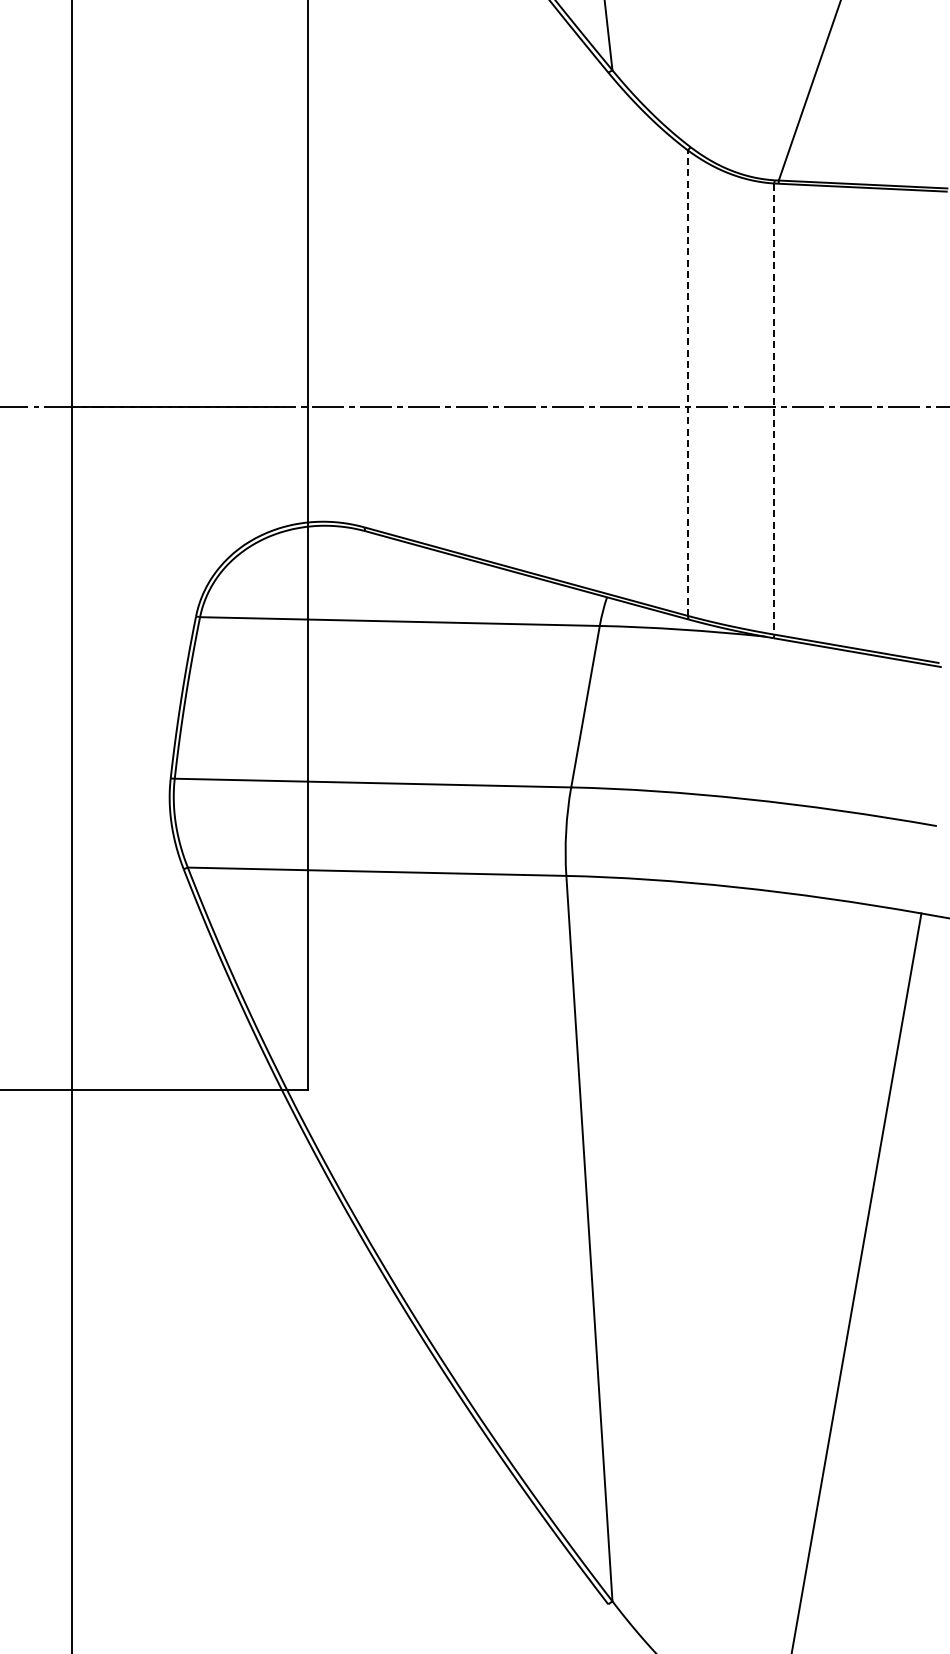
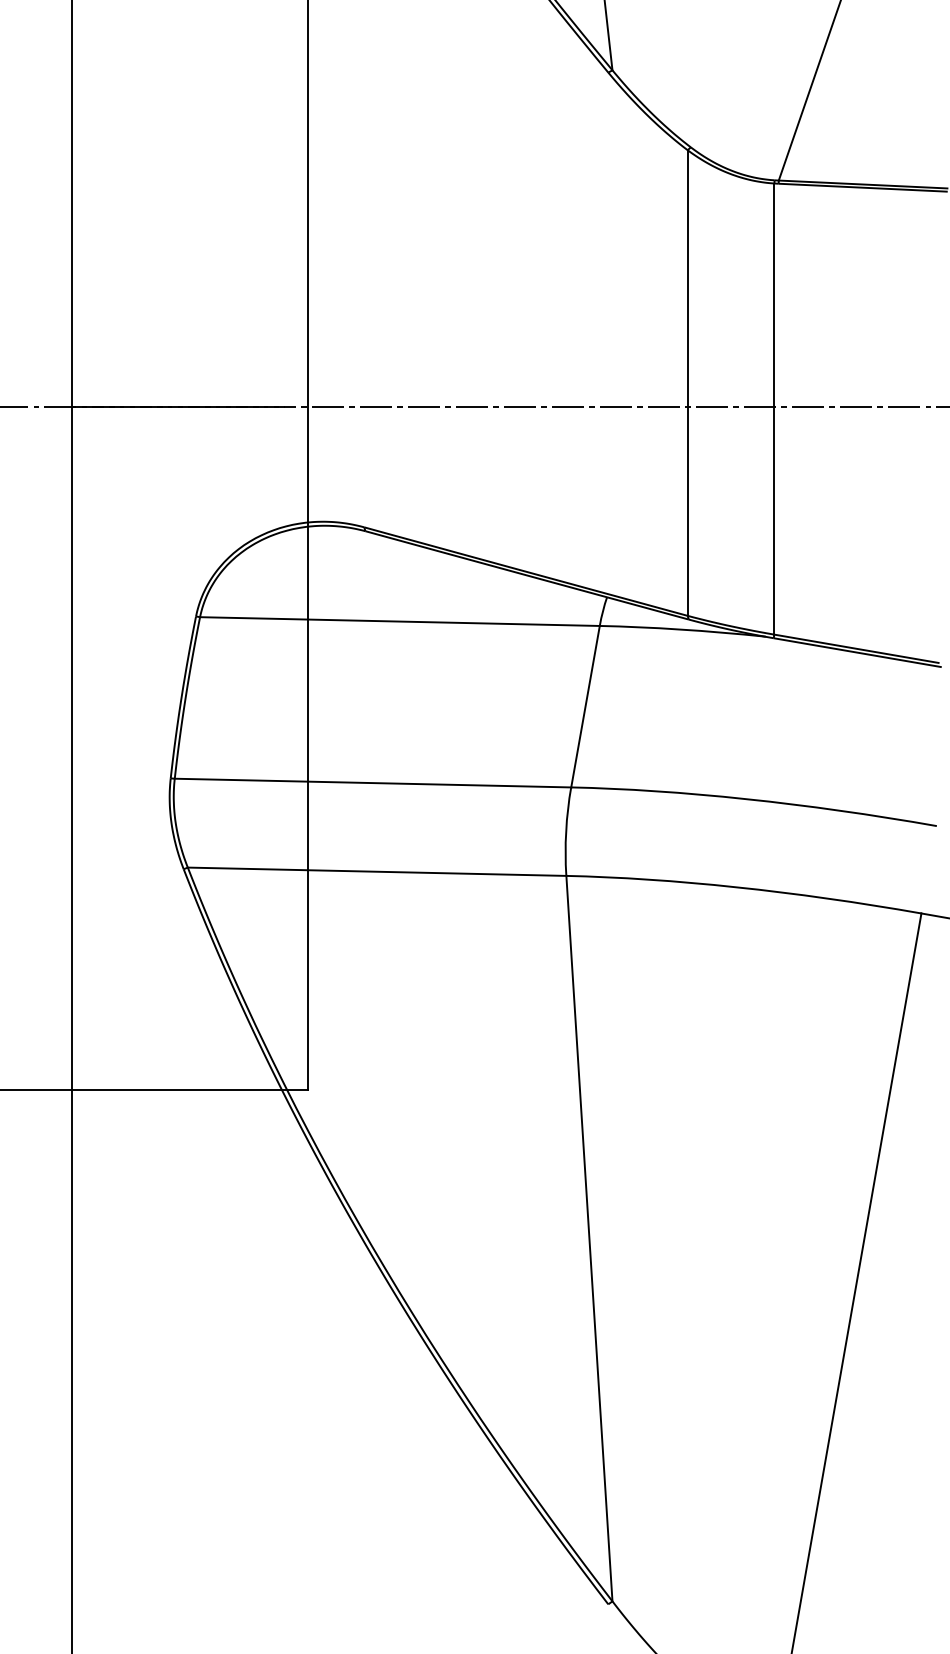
line at (687, 383): dashed -> solid
line at (774, 409): dashed -> solid
